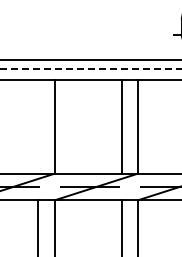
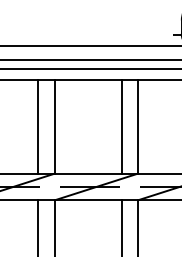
line at (90, 45): none -> present
line at (90, 69): dashed -> solid
line at (38, 126): none -> present
